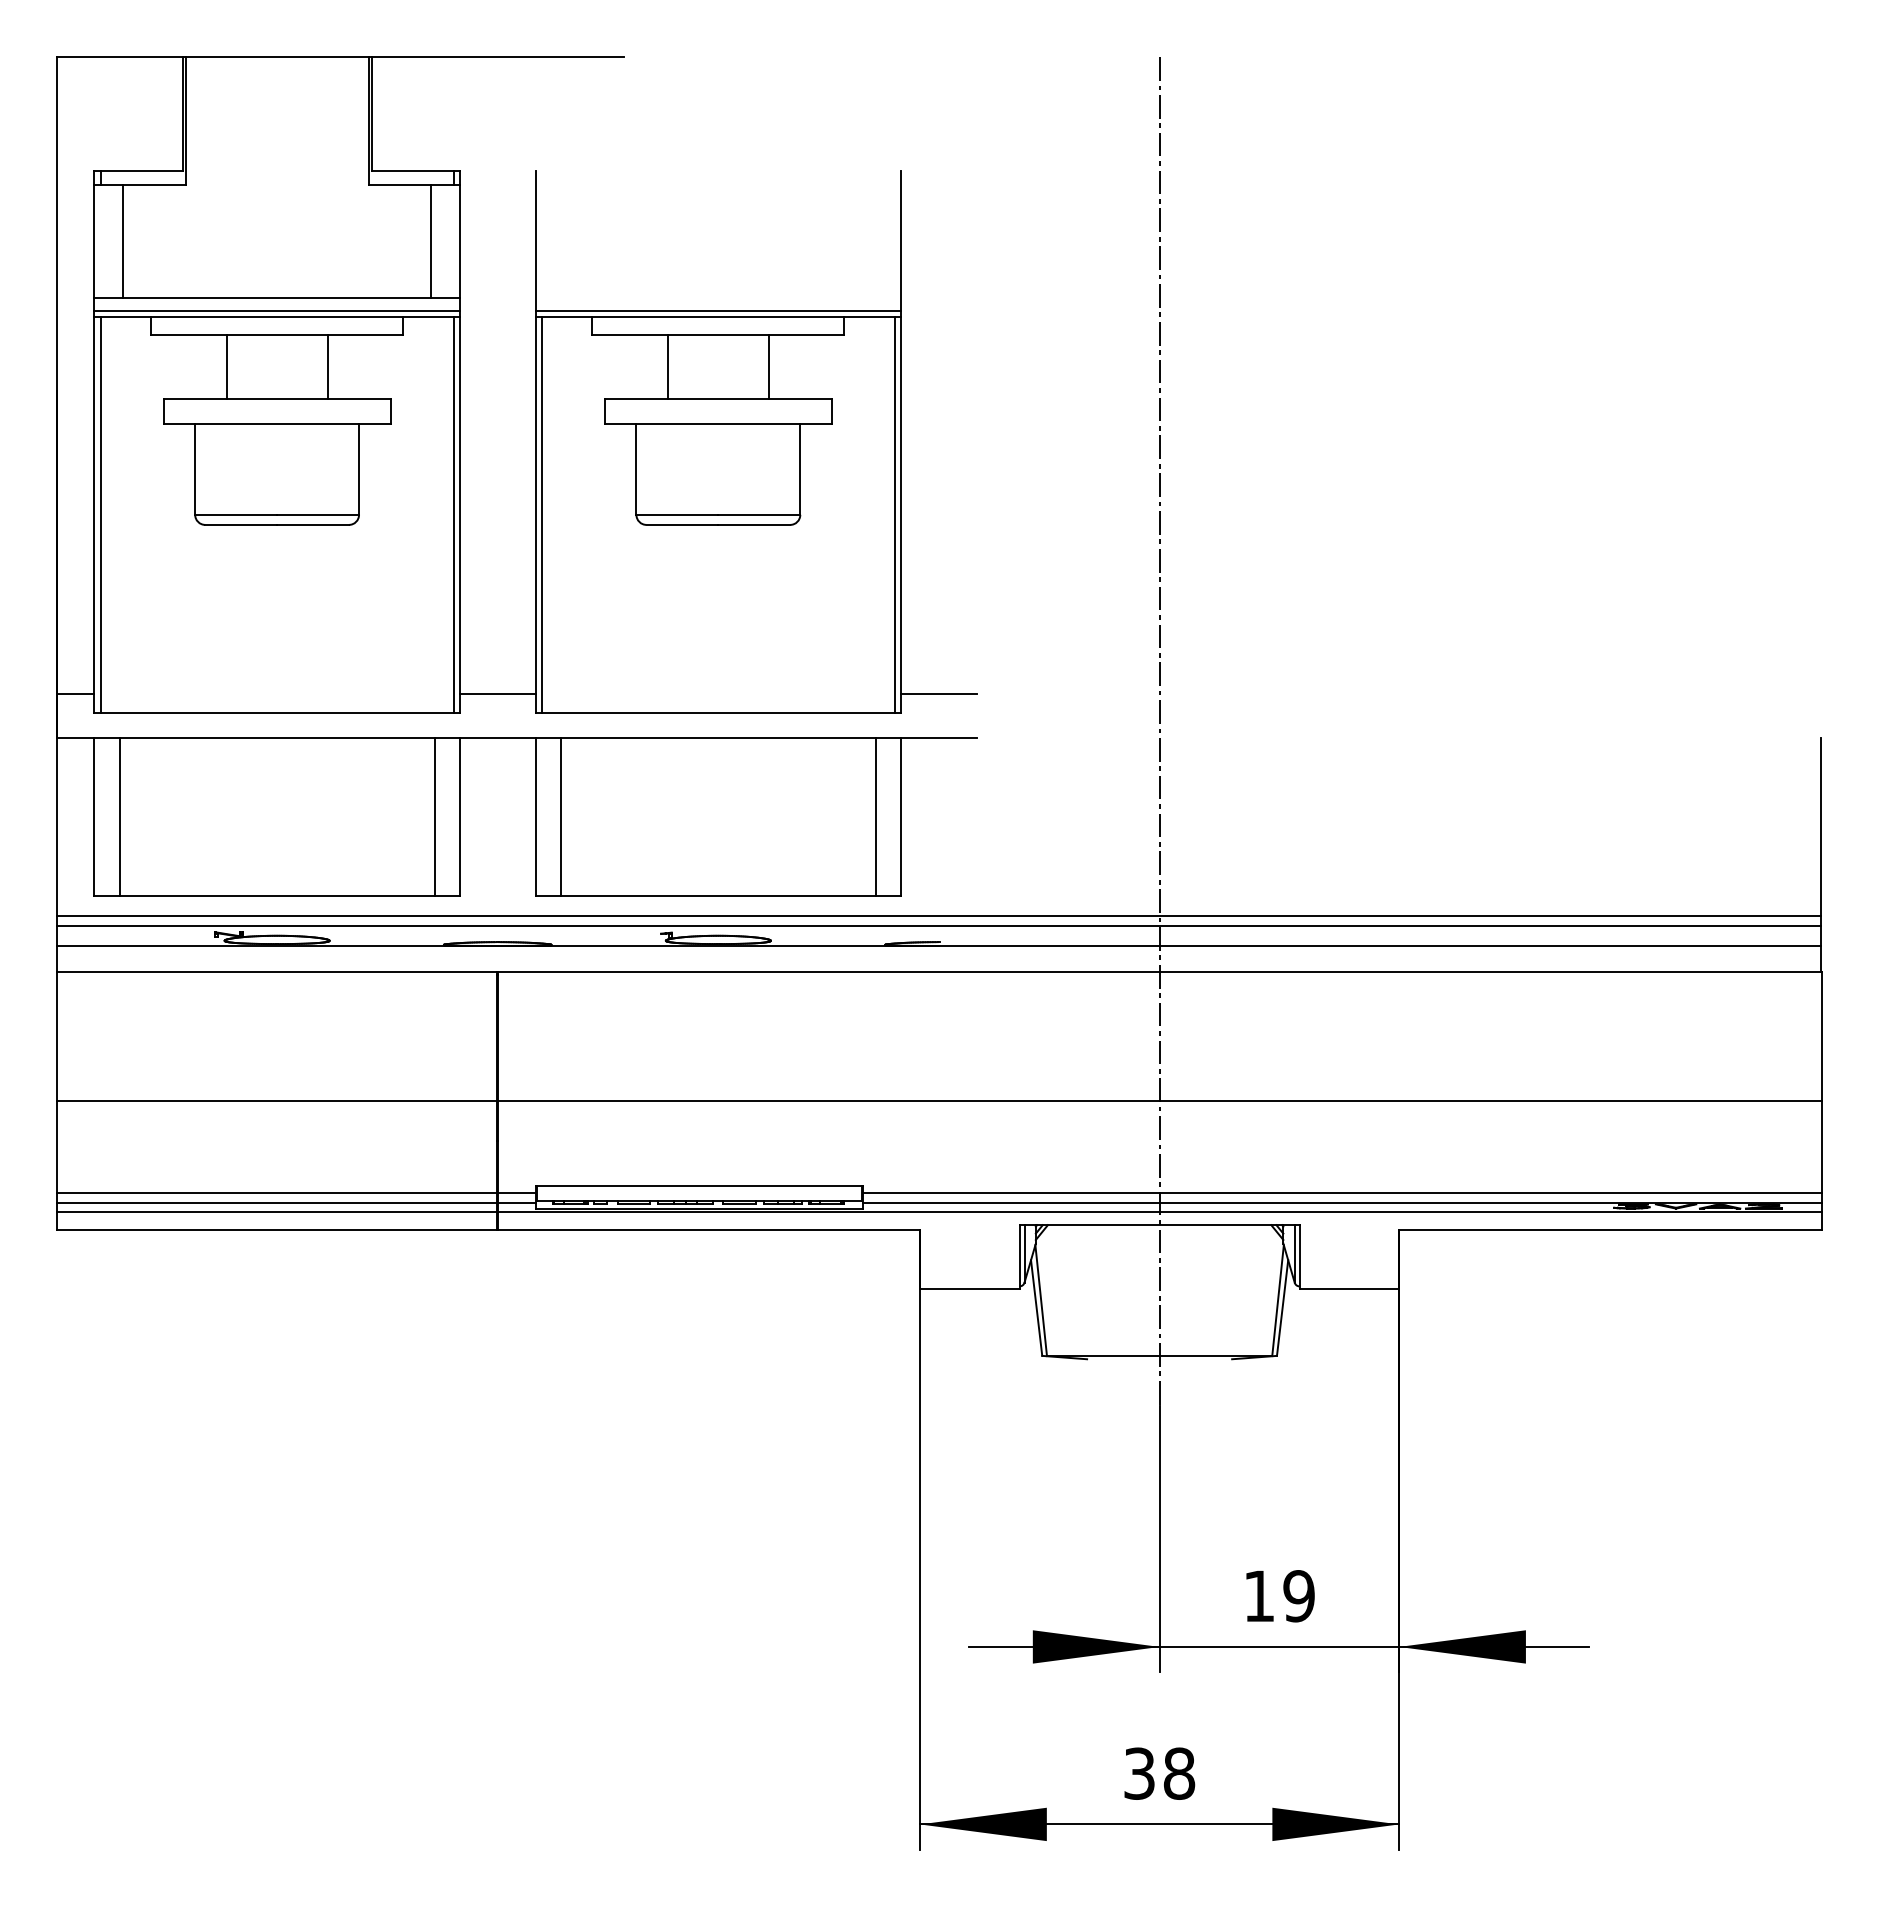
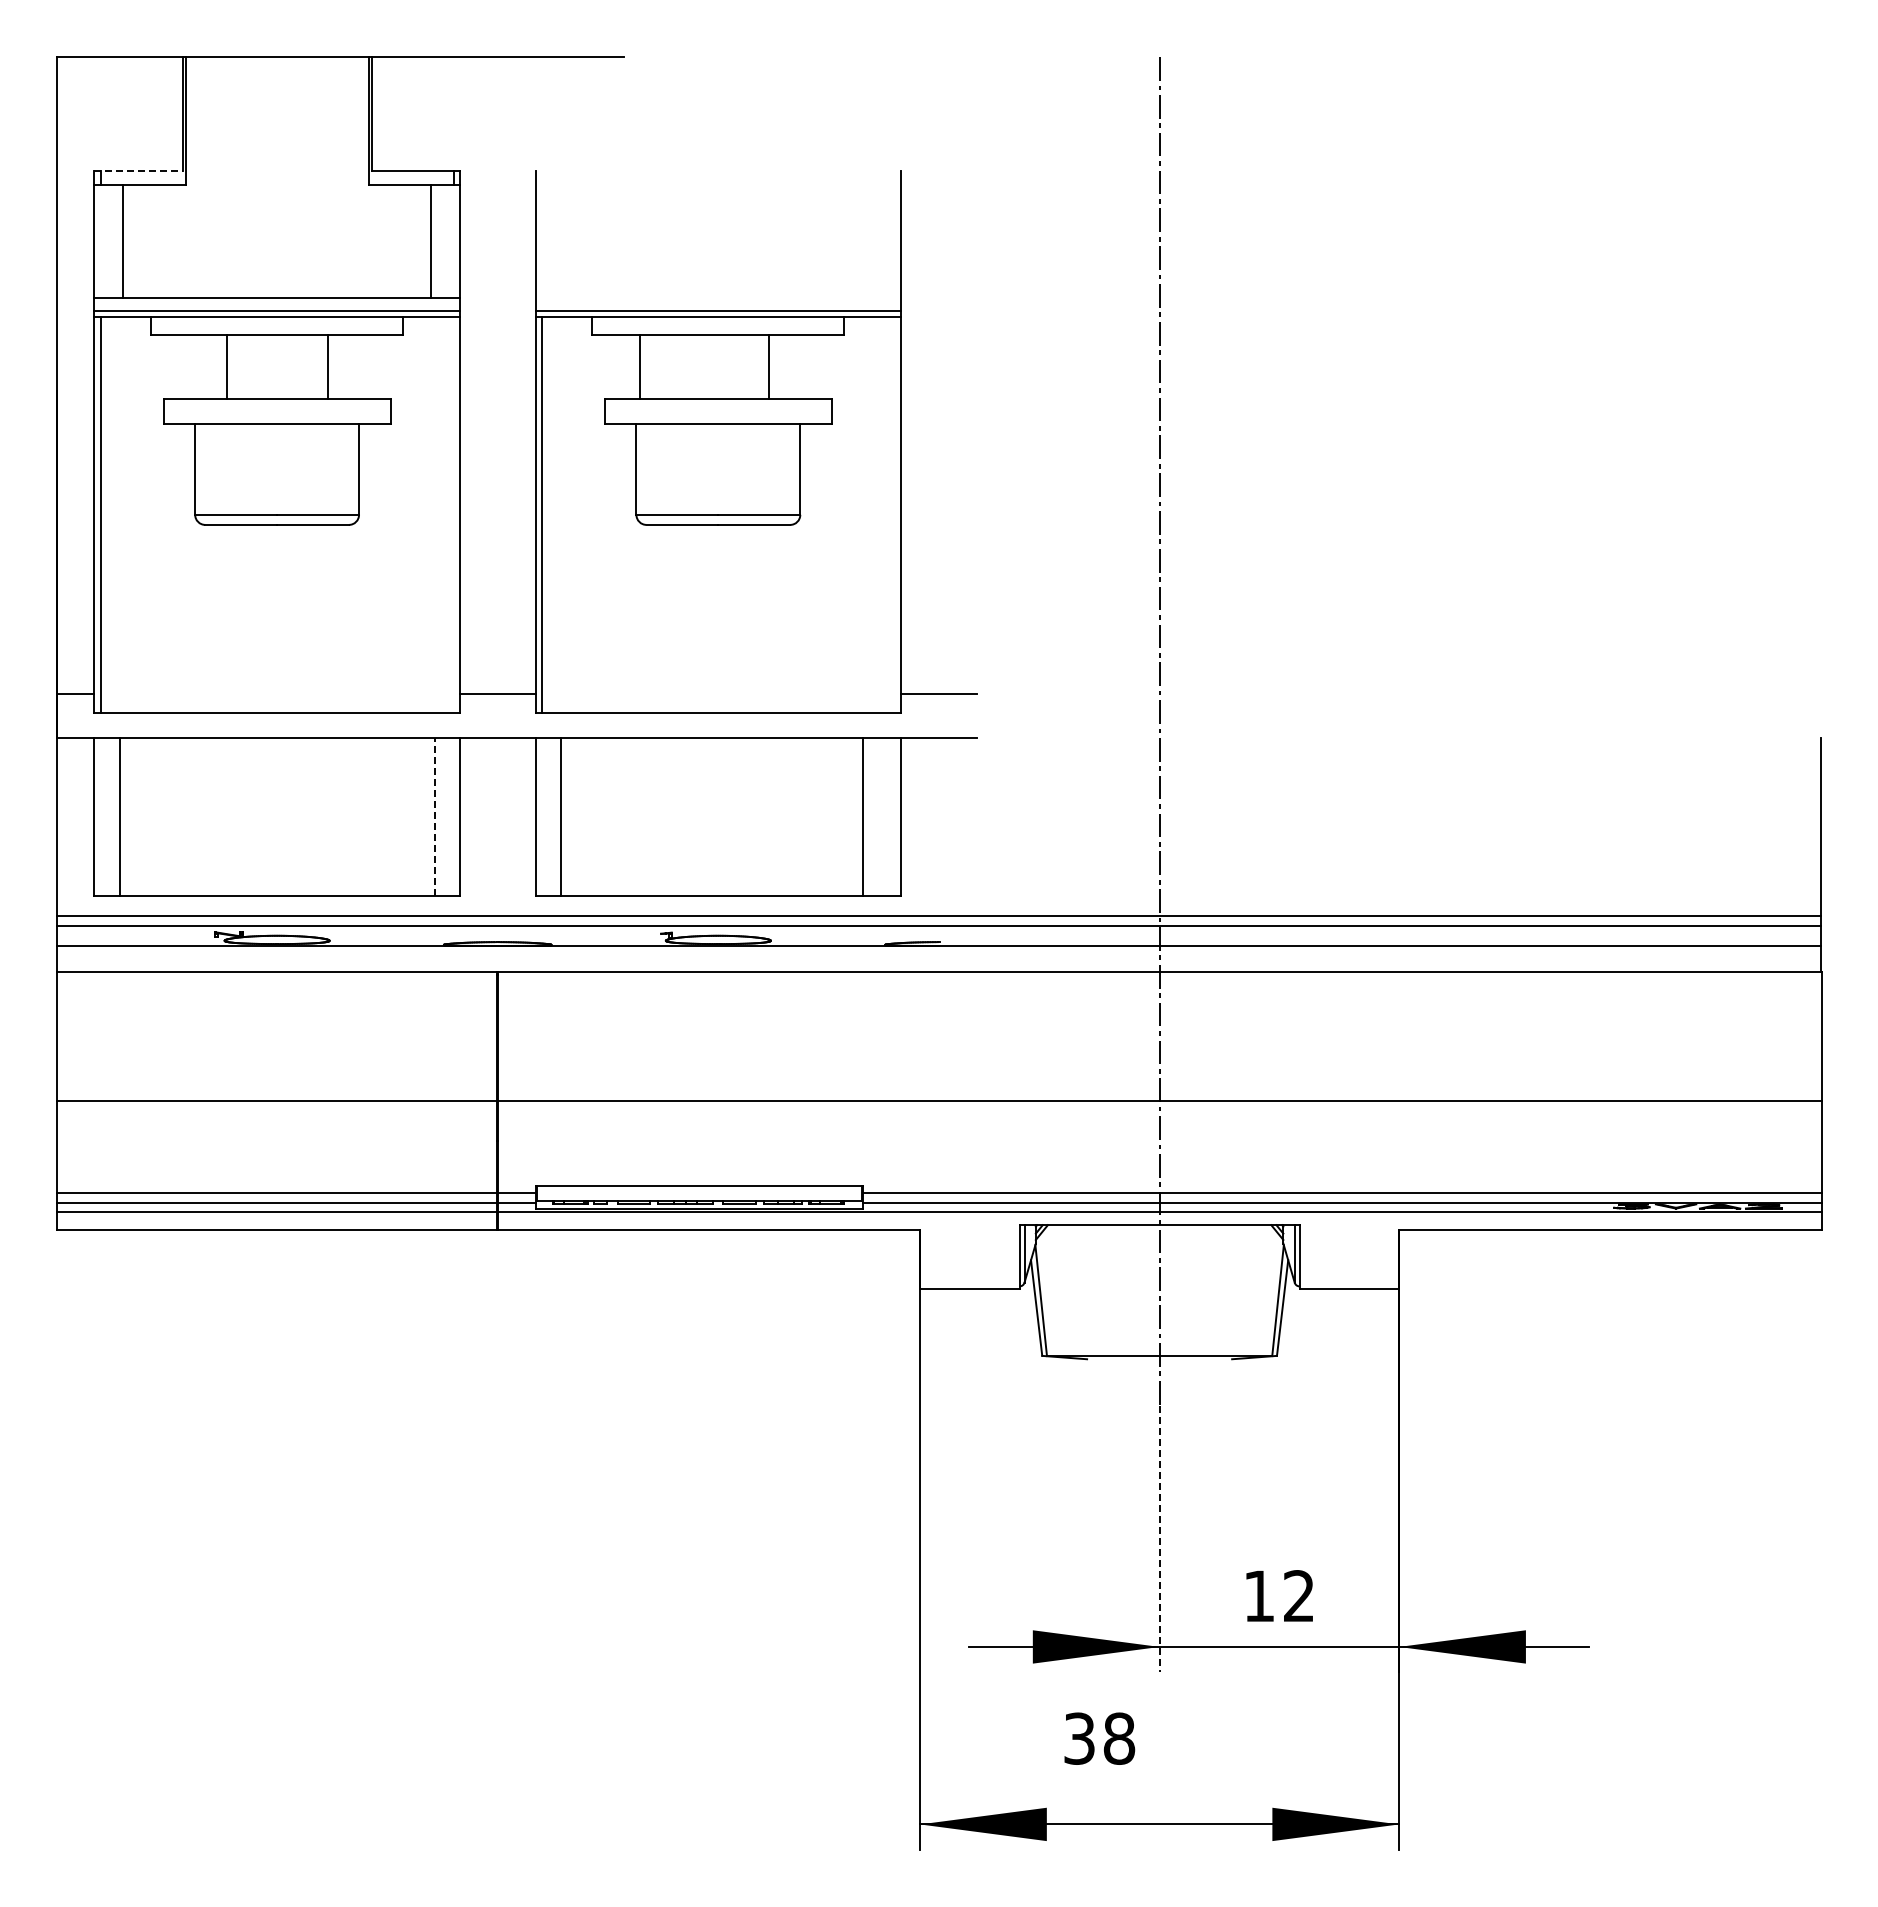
line at (138, 170): solid -> dashed
line at (667, 366) position: (667, 366) -> (639, 366)
line at (453, 514): present -> none
line at (894, 514): present -> none
line at (434, 816): solid -> dashed
line at (875, 816) position: (875, 816) -> (862, 816)
line at (1159, 1539): solid -> dashed
text at (1298, 1596): 19 -> 12
text at (1159, 1773) position: (1159, 1773) -> (1099, 1738)
